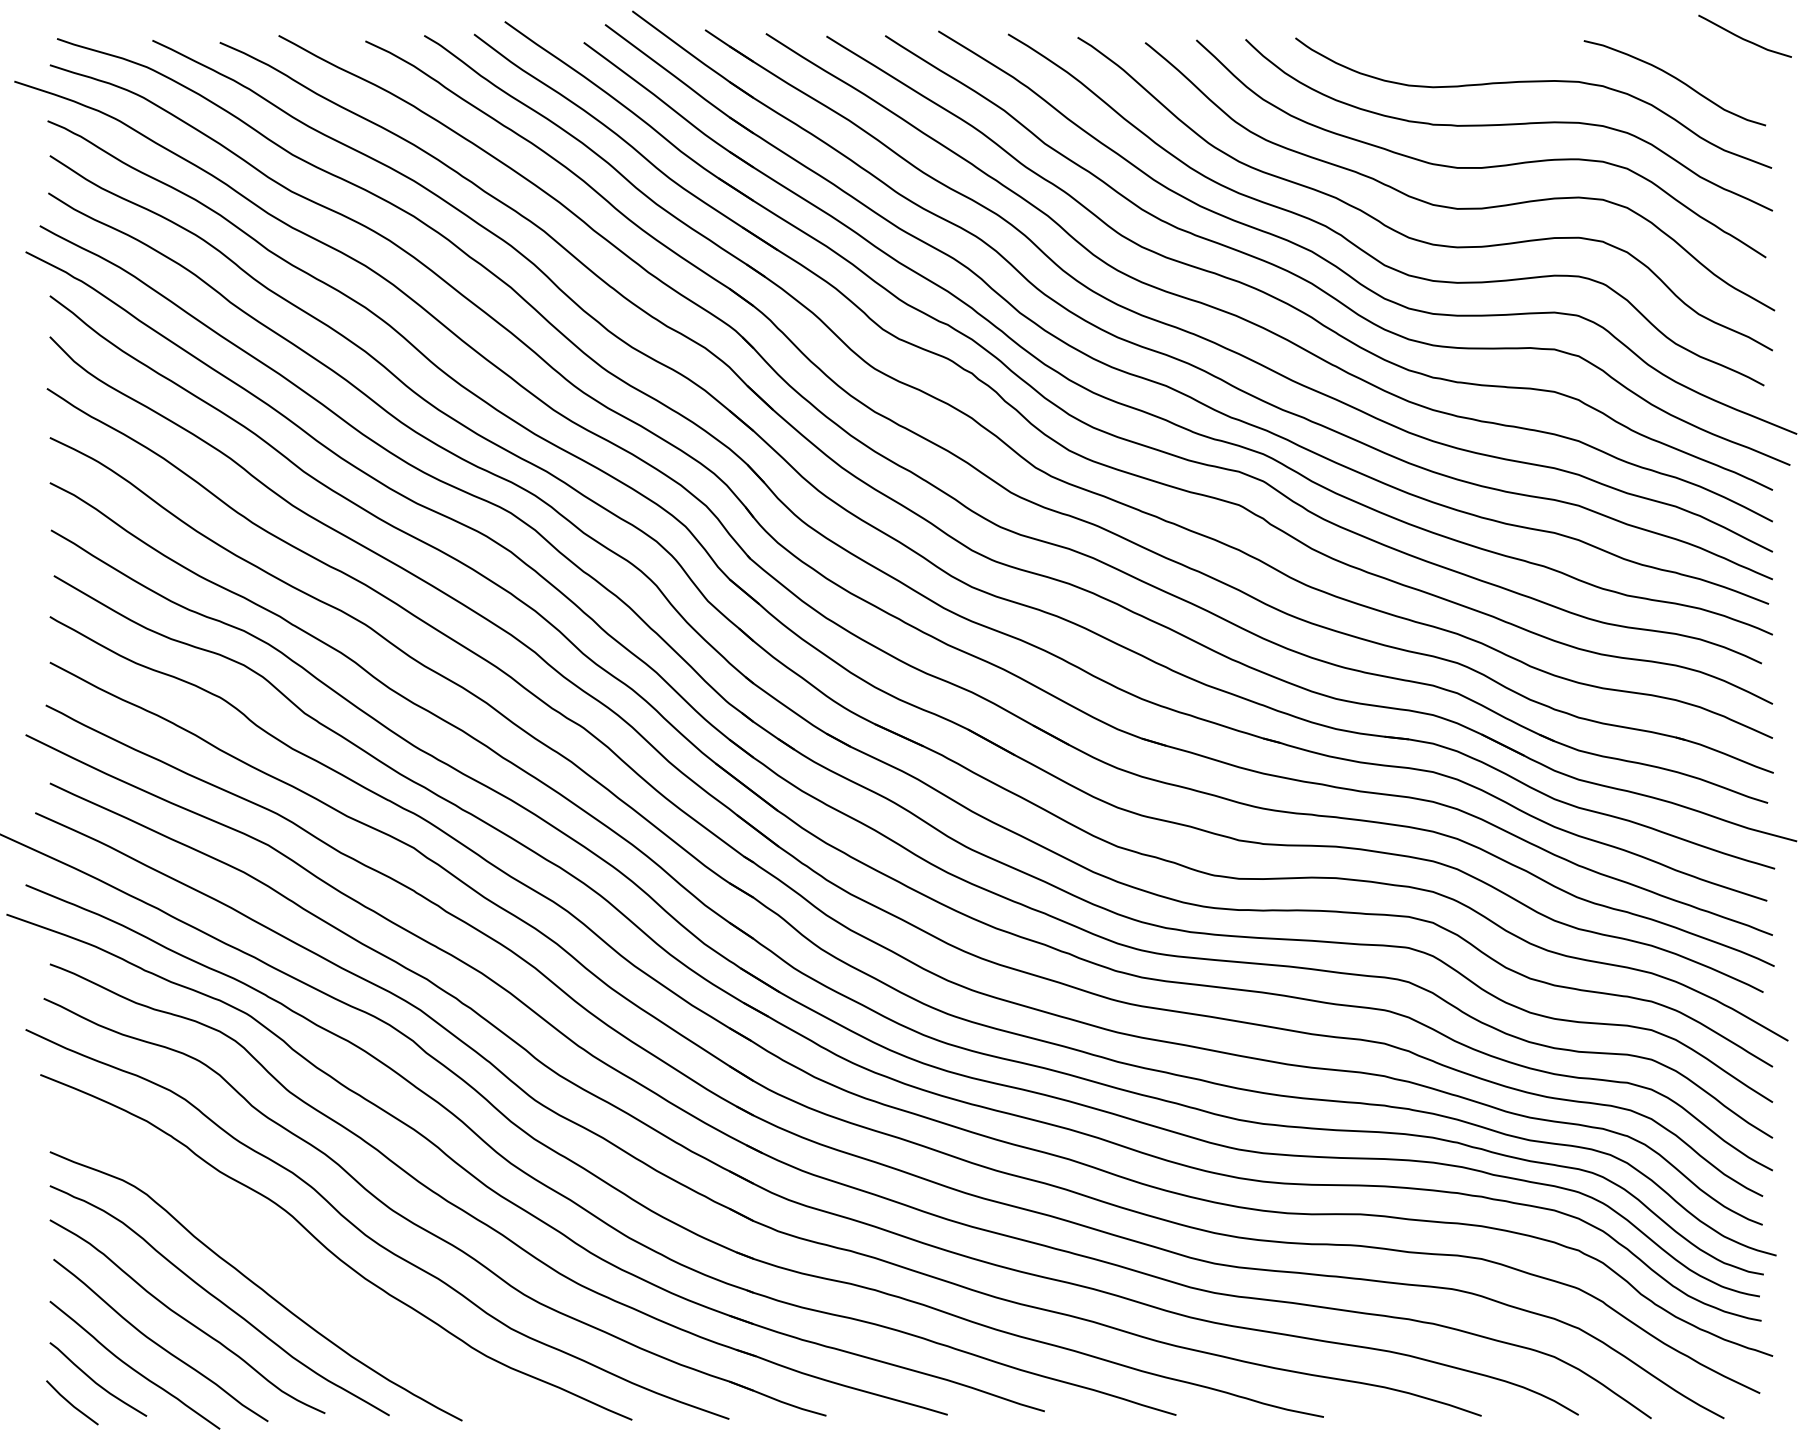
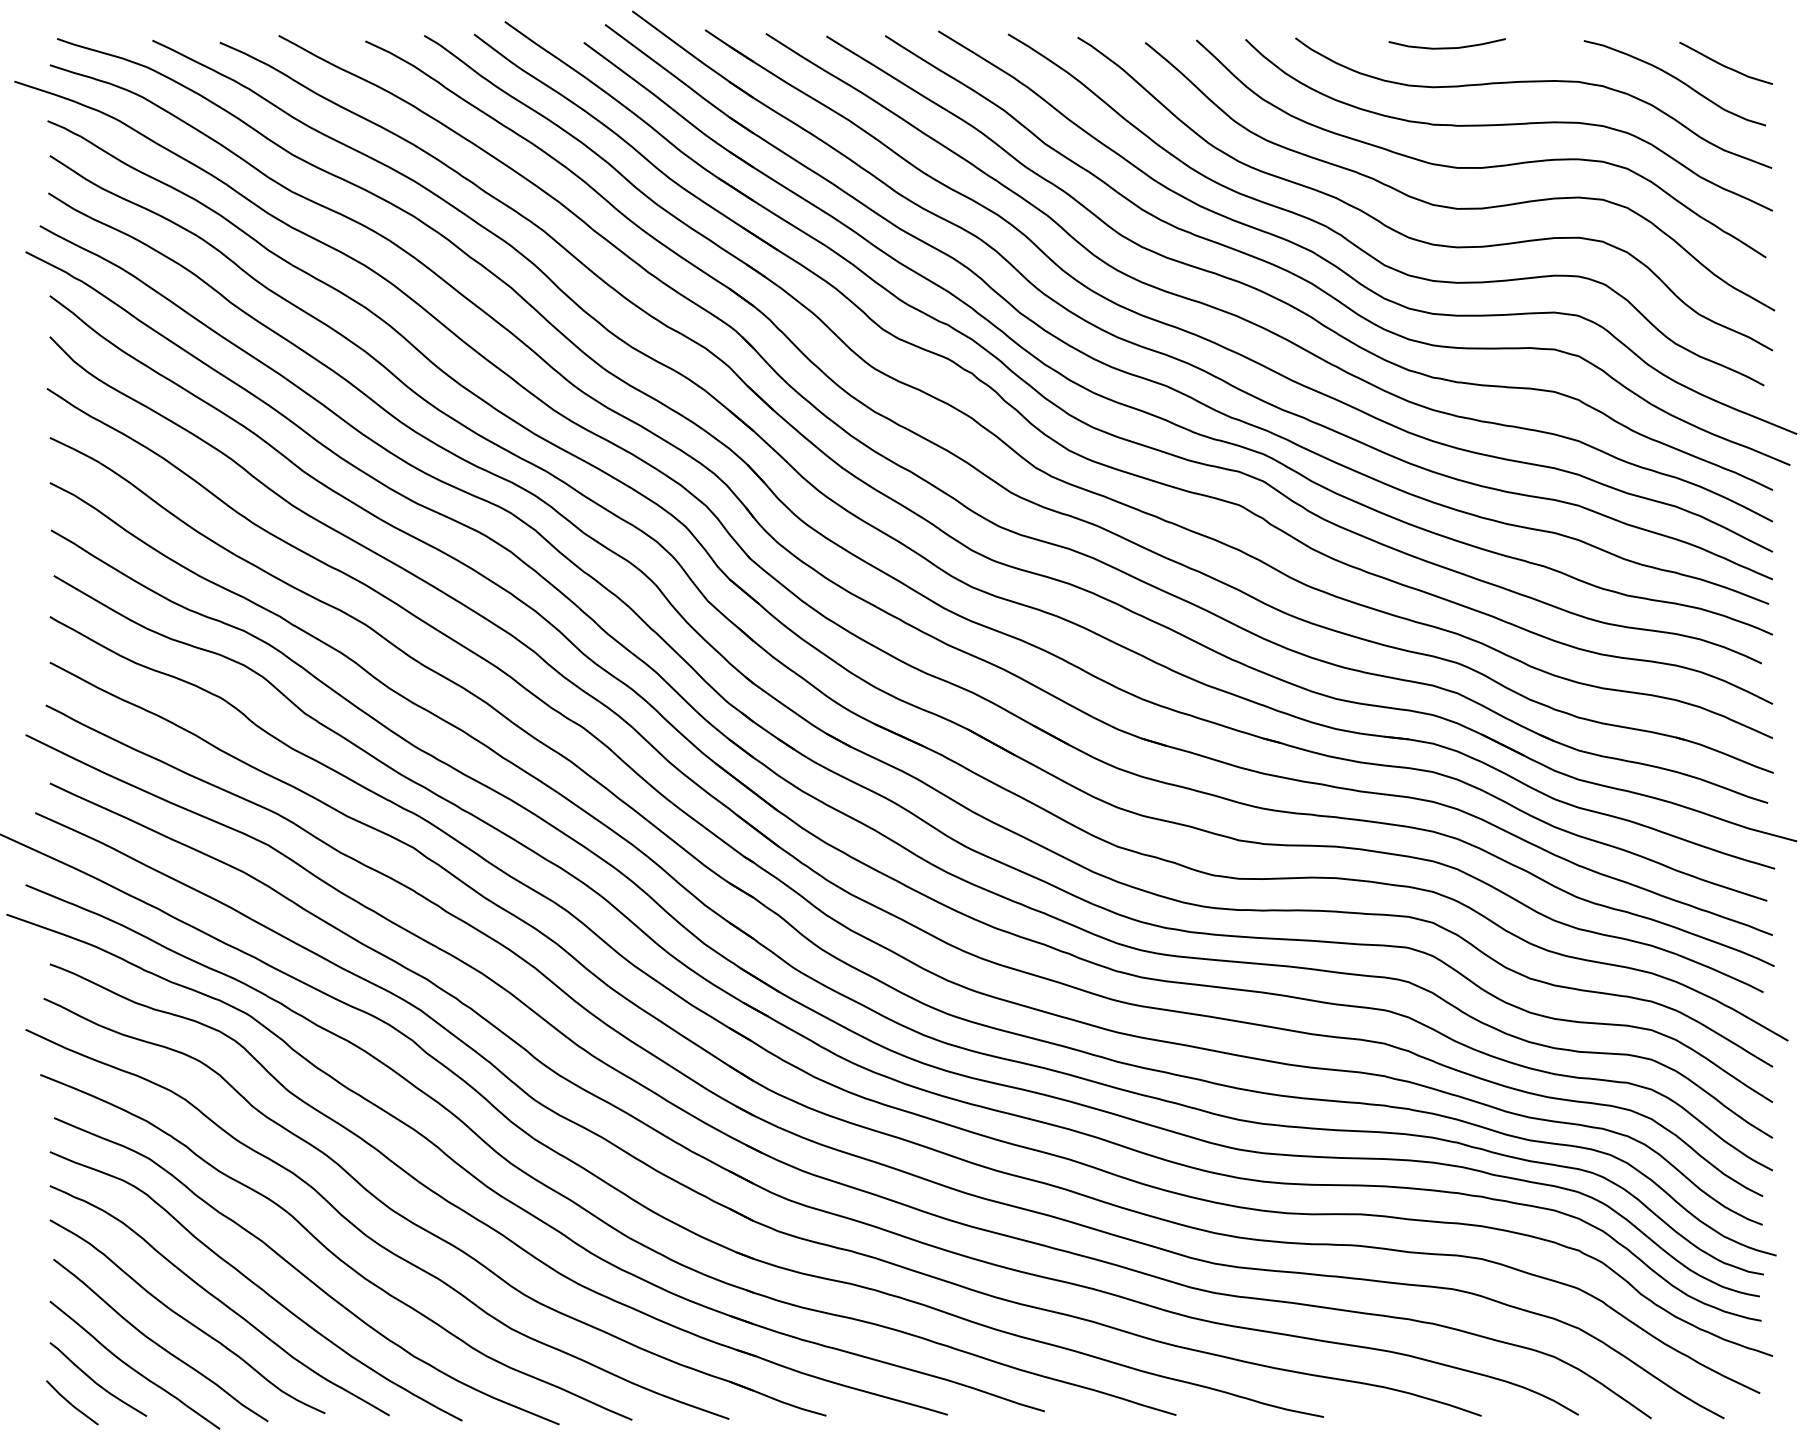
curve at (1742, 37) position: (1742, 37) -> (1723, 64)
curve at (1446, 47): none -> present
curve at (303, 1273): none -> present
